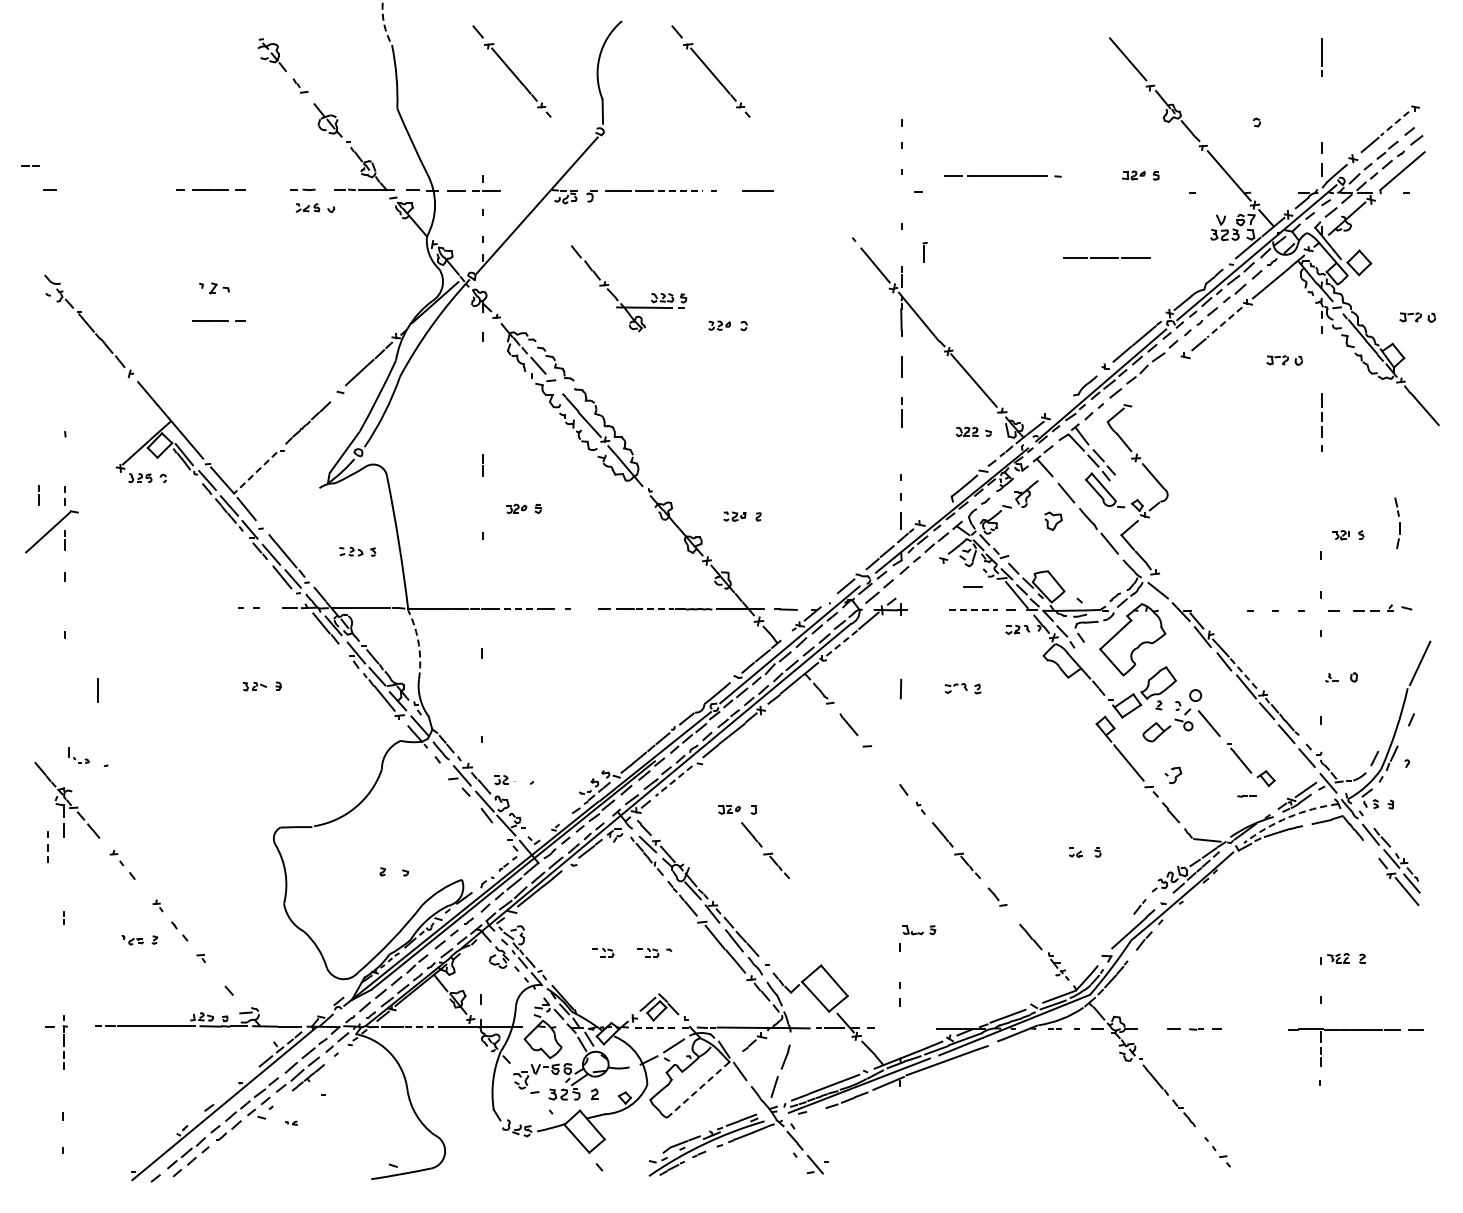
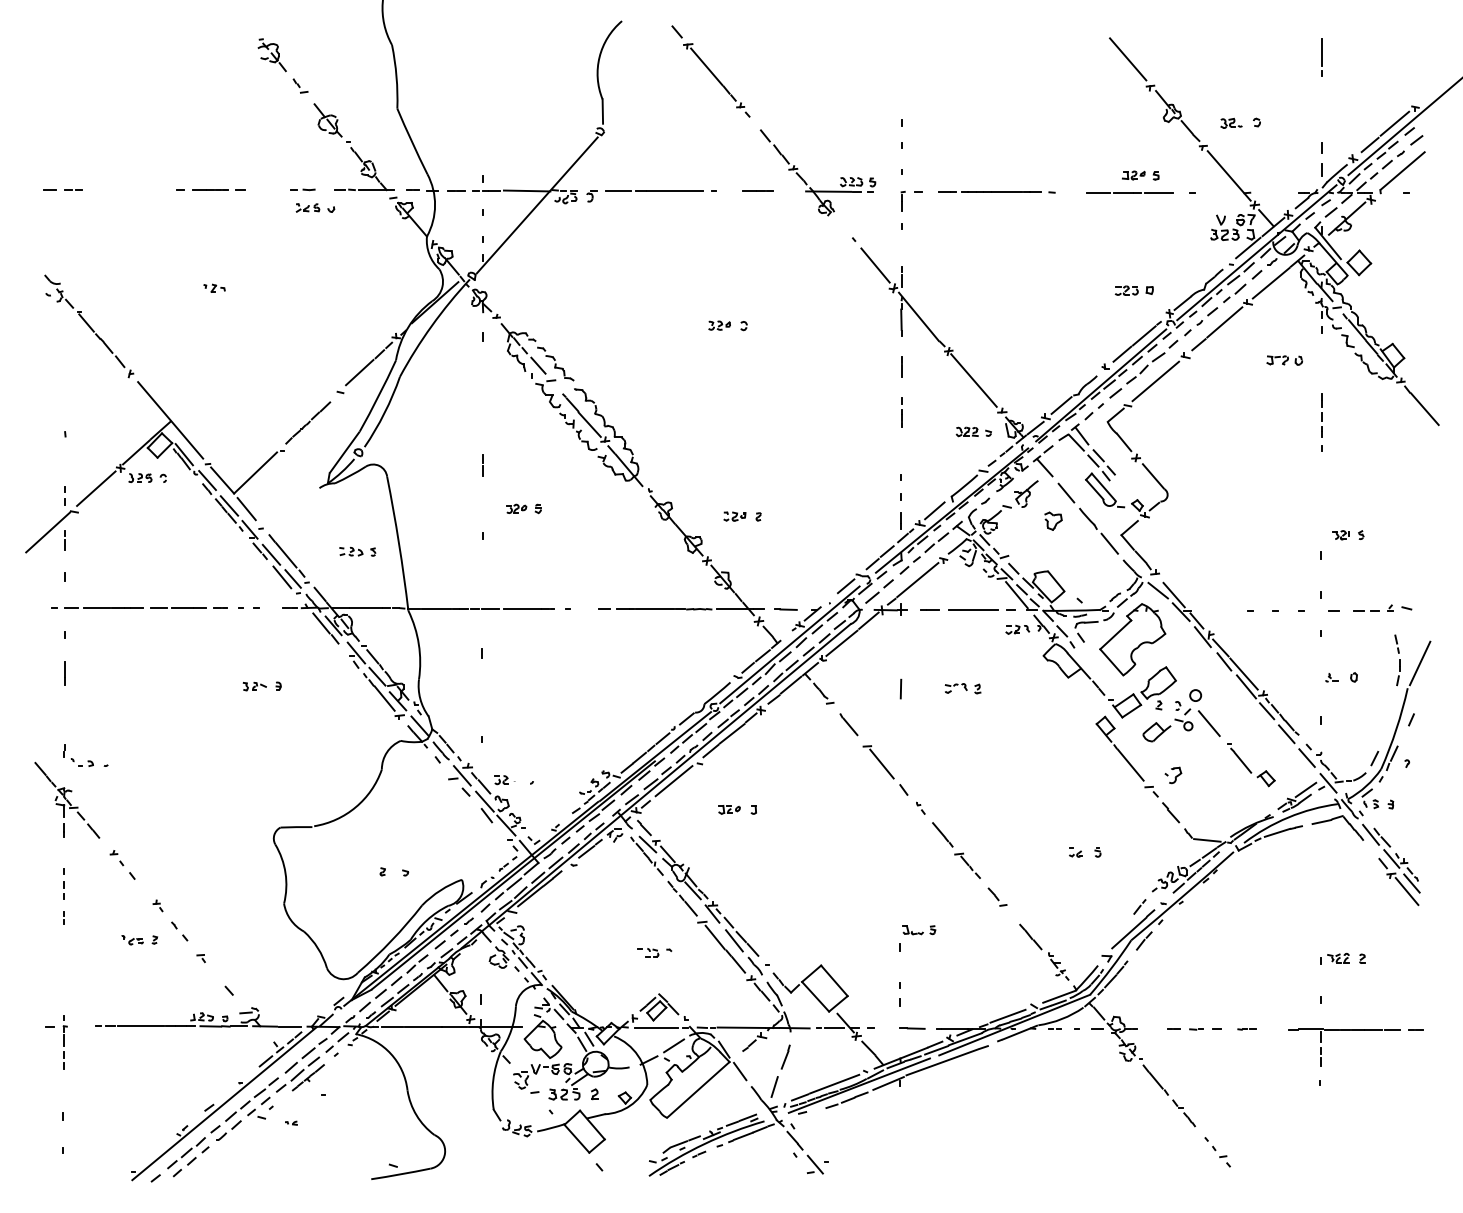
arc at (384, 24): dashed -> solid
part at (511, 71): present -> none
part at (1231, 122): none -> present
line at (1394, 123): dashed -> solid
line at (1403, 127): none -> present
line at (29, 165) position: (29, 165) -> (72, 189)
line at (1002, 176) position: (1002, 176) -> (996, 192)
line at (526, 190): none -> present
line at (675, 190): dashed -> solid
part at (924, 252) position: (924, 252) -> (902, 201)
line at (1106, 257) position: (1106, 257) -> (1129, 192)
part at (214, 288) size: 31x13 px -> 23x10 px
part at (1133, 290): none -> present
part at (617, 298) position: (617, 298) -> (806, 182)
part at (1417, 317): present -> none
line at (218, 320): present -> none
line at (1224, 322): dashed -> solid
line at (1155, 381): none -> present
line at (1061, 405): none -> present
line at (255, 473): dashed -> solid
line at (96, 488): none -> present
line at (38, 495): present -> none
line at (934, 510): none -> present
part at (1397, 523) position: (1397, 523) -> (1397, 660)
line at (917, 580): none -> present
line at (972, 586) position: (972, 586) -> (929, 609)
line at (1173, 594): none -> present
line at (139, 607): none -> present
line at (522, 608): dashed -> solid
line at (655, 609): dashed -> solid
line at (973, 610): dashed -> solid
line at (841, 643): dashed -> solid
arc at (418, 644): dashed -> solid
line at (1244, 674): dashed -> solid
line at (97, 690) position: (97, 690) -> (64, 673)
part at (78, 755) size: 22x17 px -> 31x23 px
line at (881, 763): none -> present
line at (674, 781): dashed -> solid
line at (1246, 796) position: (1246, 796) -> (1246, 1029)
arc at (1288, 817): dashed -> solid
line at (47, 846) position: (47, 846) -> (63, 883)
part at (765, 850): present -> none
part at (603, 952): present -> none
line at (423, 1026): dashed -> solid
line at (656, 1027): dashed -> solid
line at (912, 1028): none -> present
line at (698, 1089): dashed -> solid
